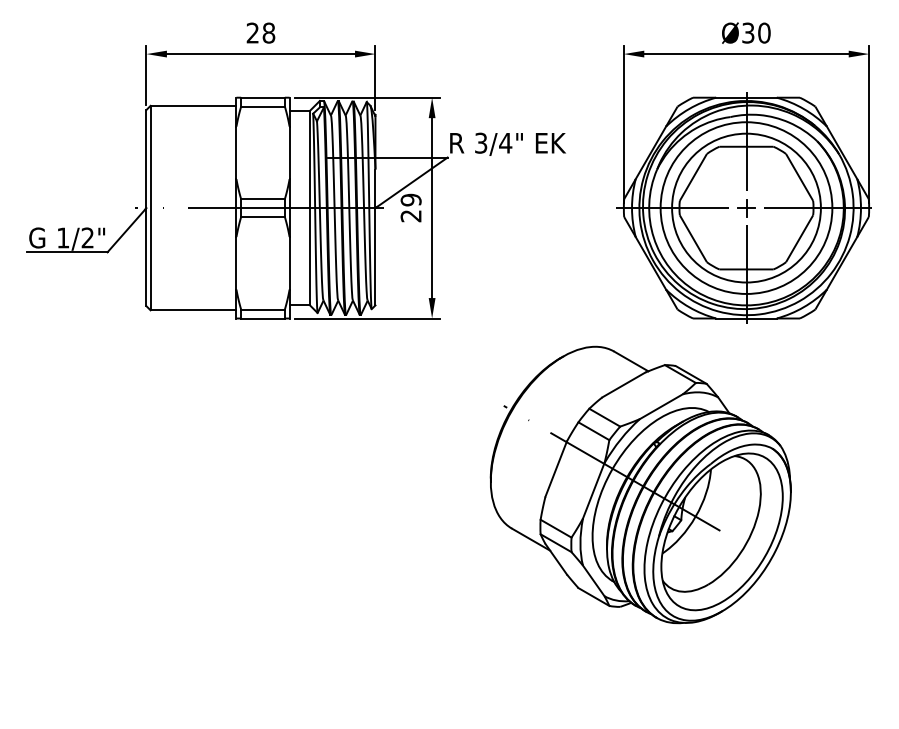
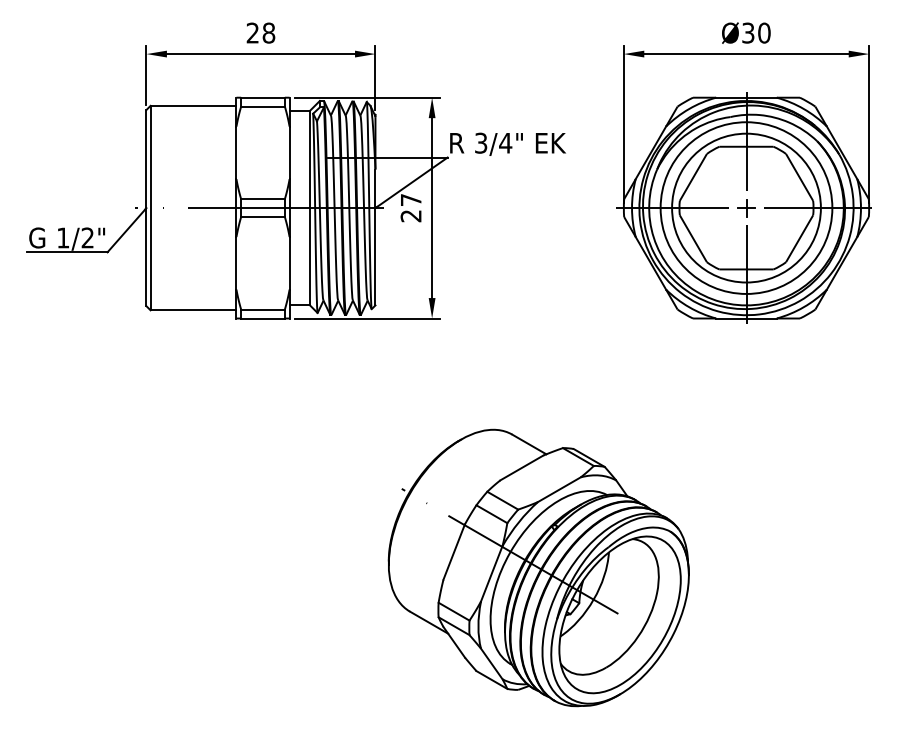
text at (410, 199): 29 -> 27
part at (640, 484) position: (640, 484) -> (538, 567)
